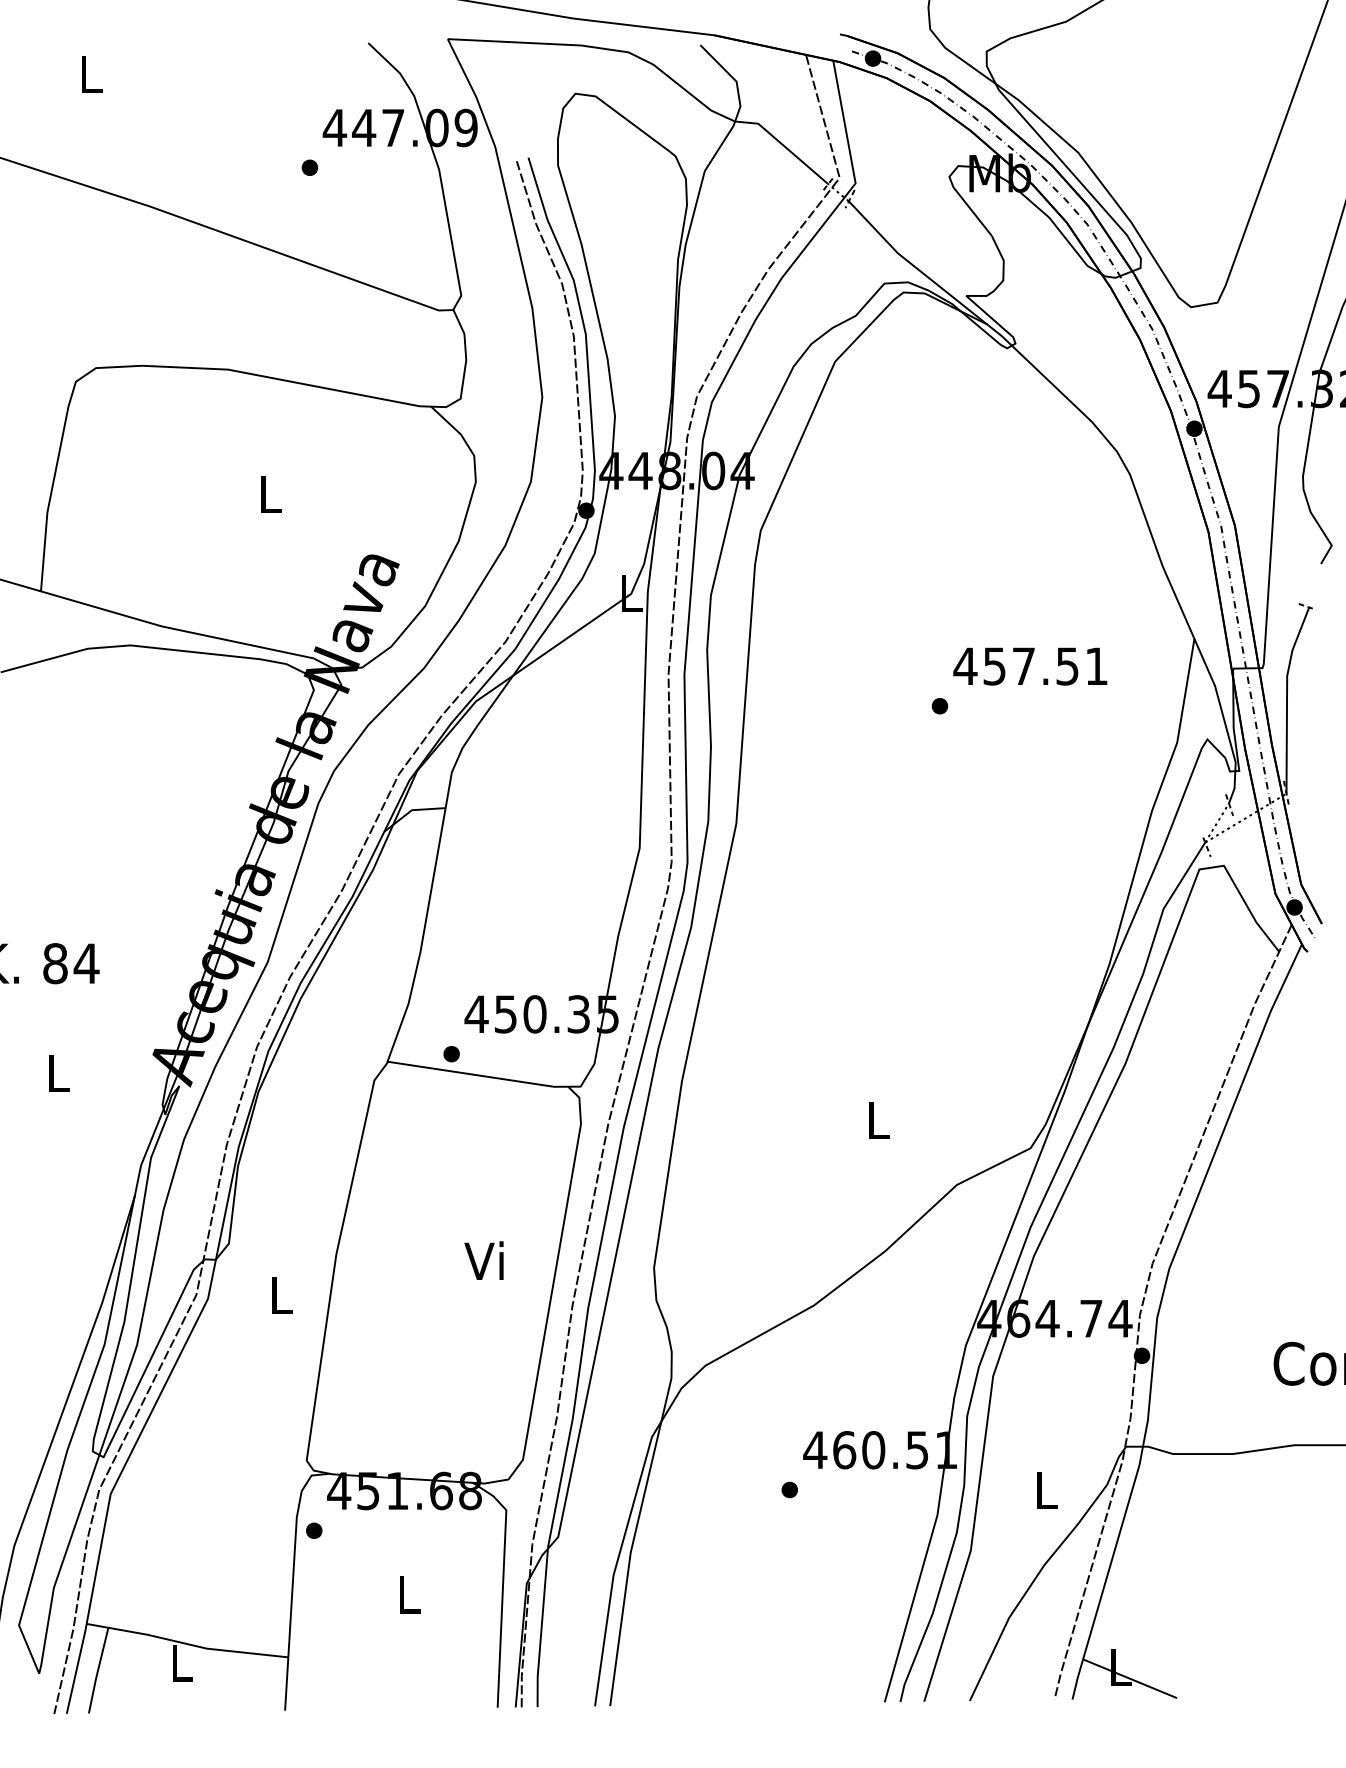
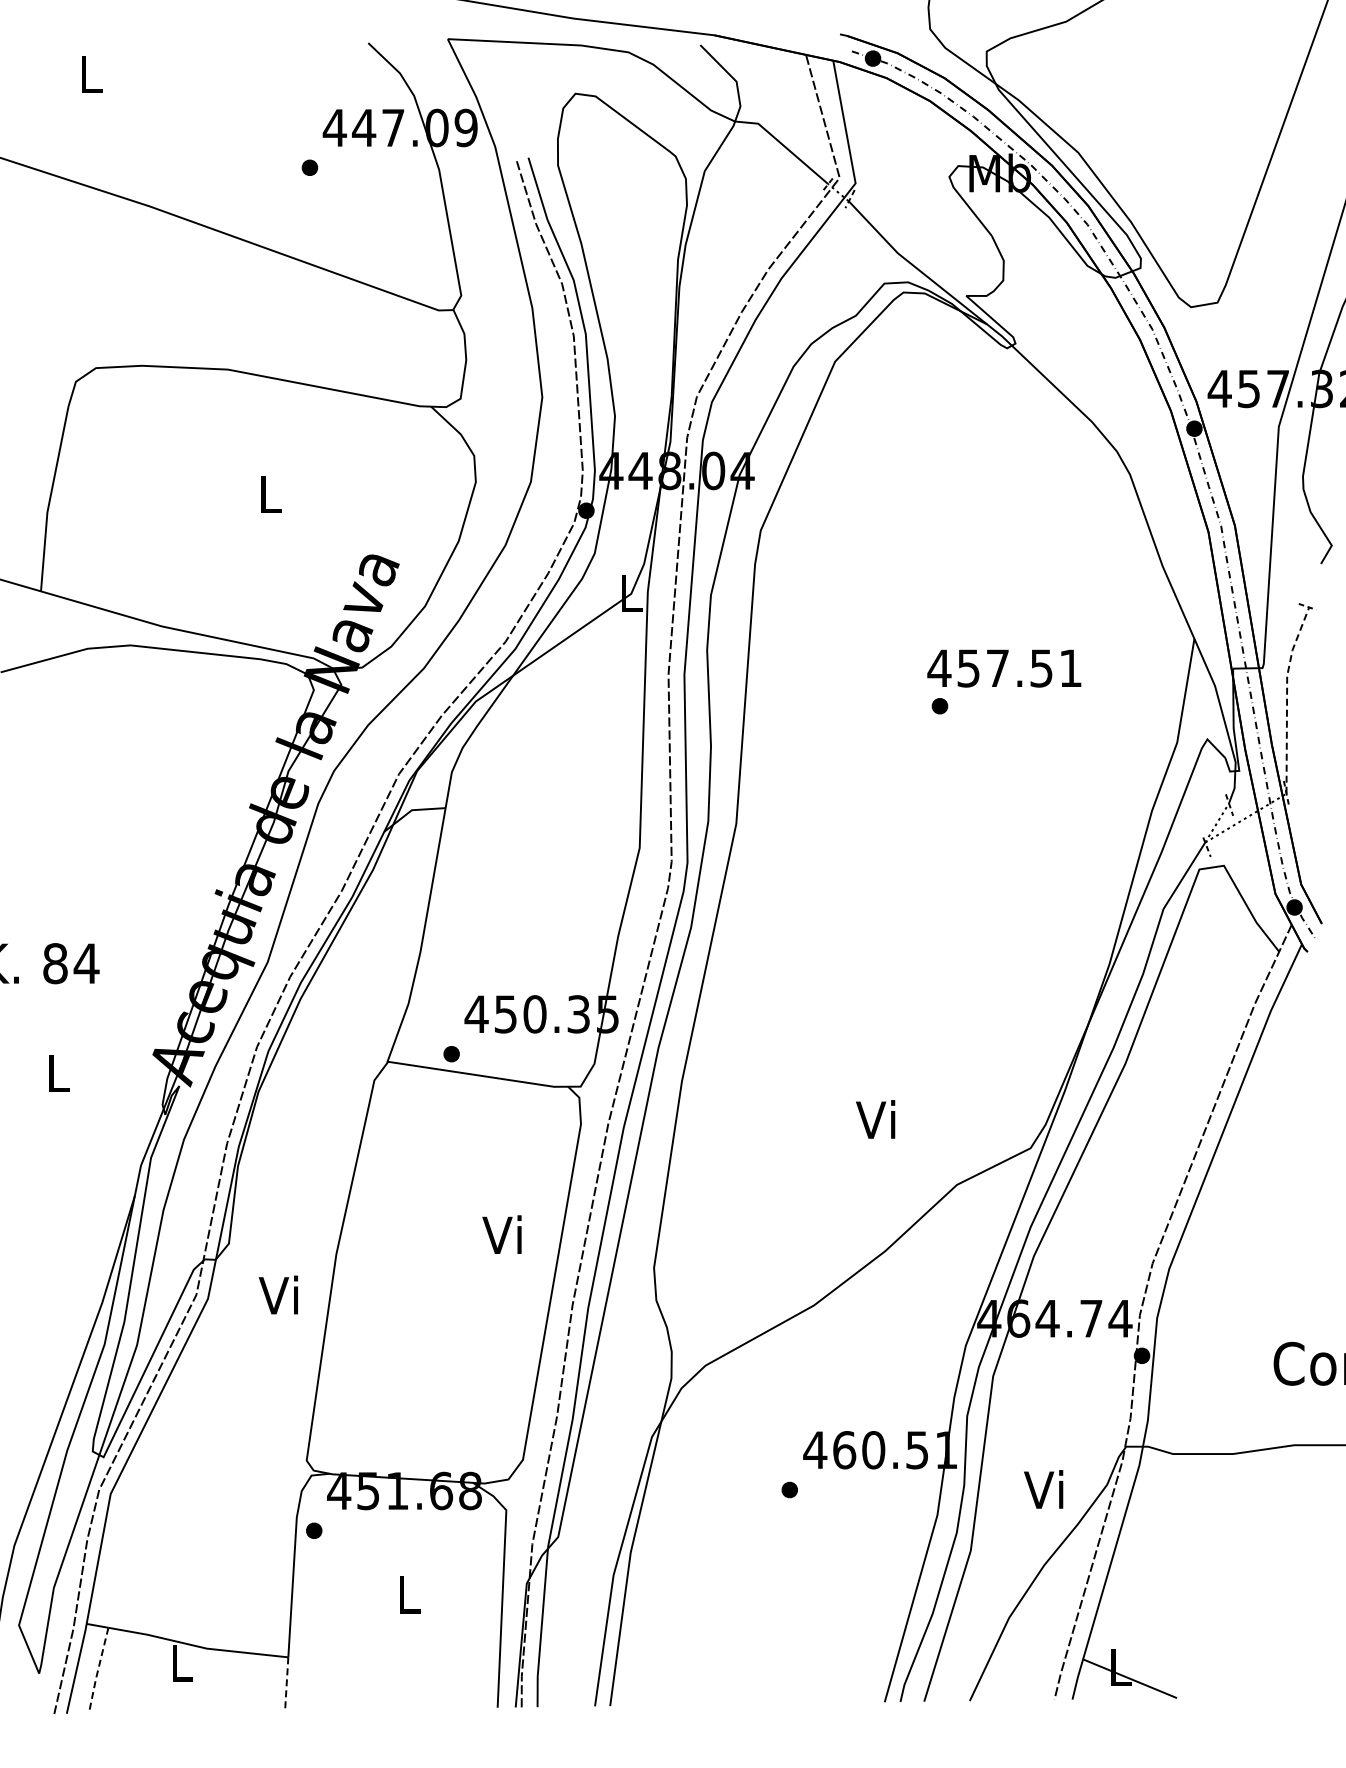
text at (1030, 666) position: (1030, 666) -> (1004, 668)
line at (1287, 697): solid -> dashed
text at (875, 1119): L -> Vi
text at (483, 1260) position: (483, 1260) -> (501, 1234)
text at (277, 1294): L -> Vi
text at (1043, 1489): L -> Vi
line at (97, 1671): solid -> dashed
line at (286, 1684): solid -> dashed
